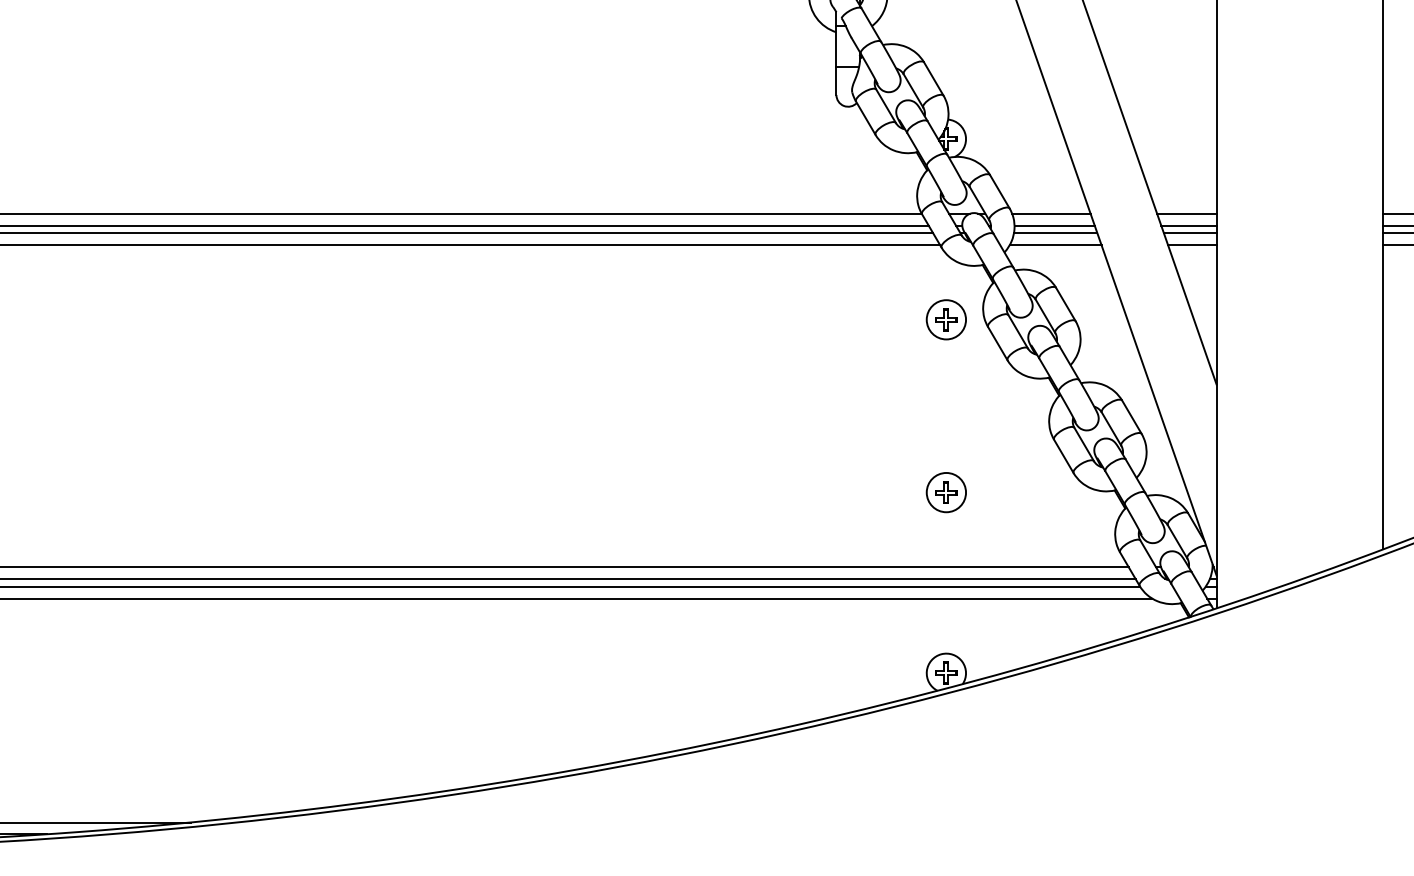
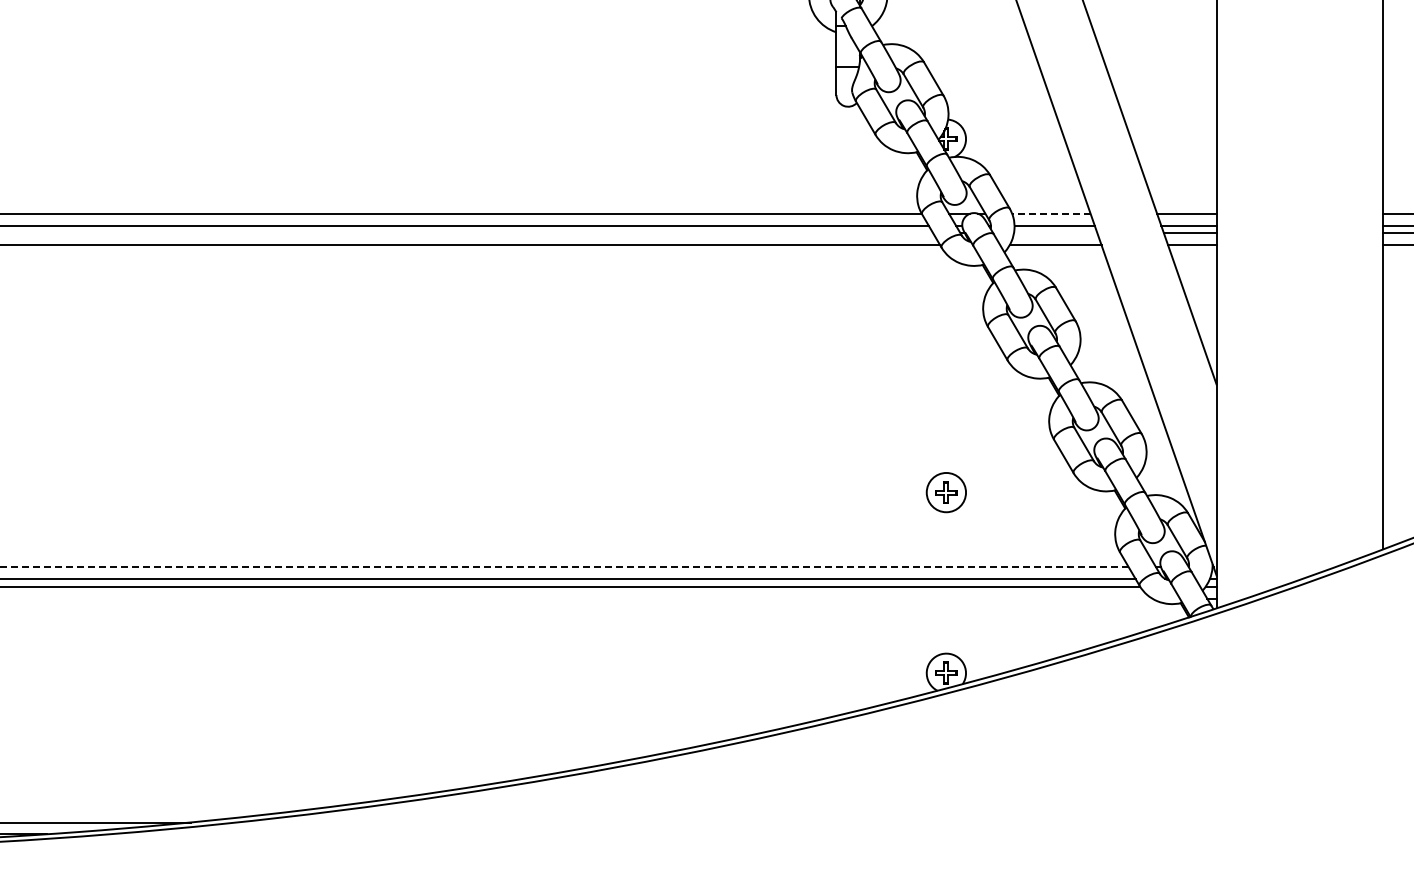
line at (1050, 213): solid -> dashed
line at (467, 233): present -> none
line at (1055, 233): present -> none
part at (945, 319): present -> none
line at (564, 567): solid -> dashed
line at (577, 598): present -> none
